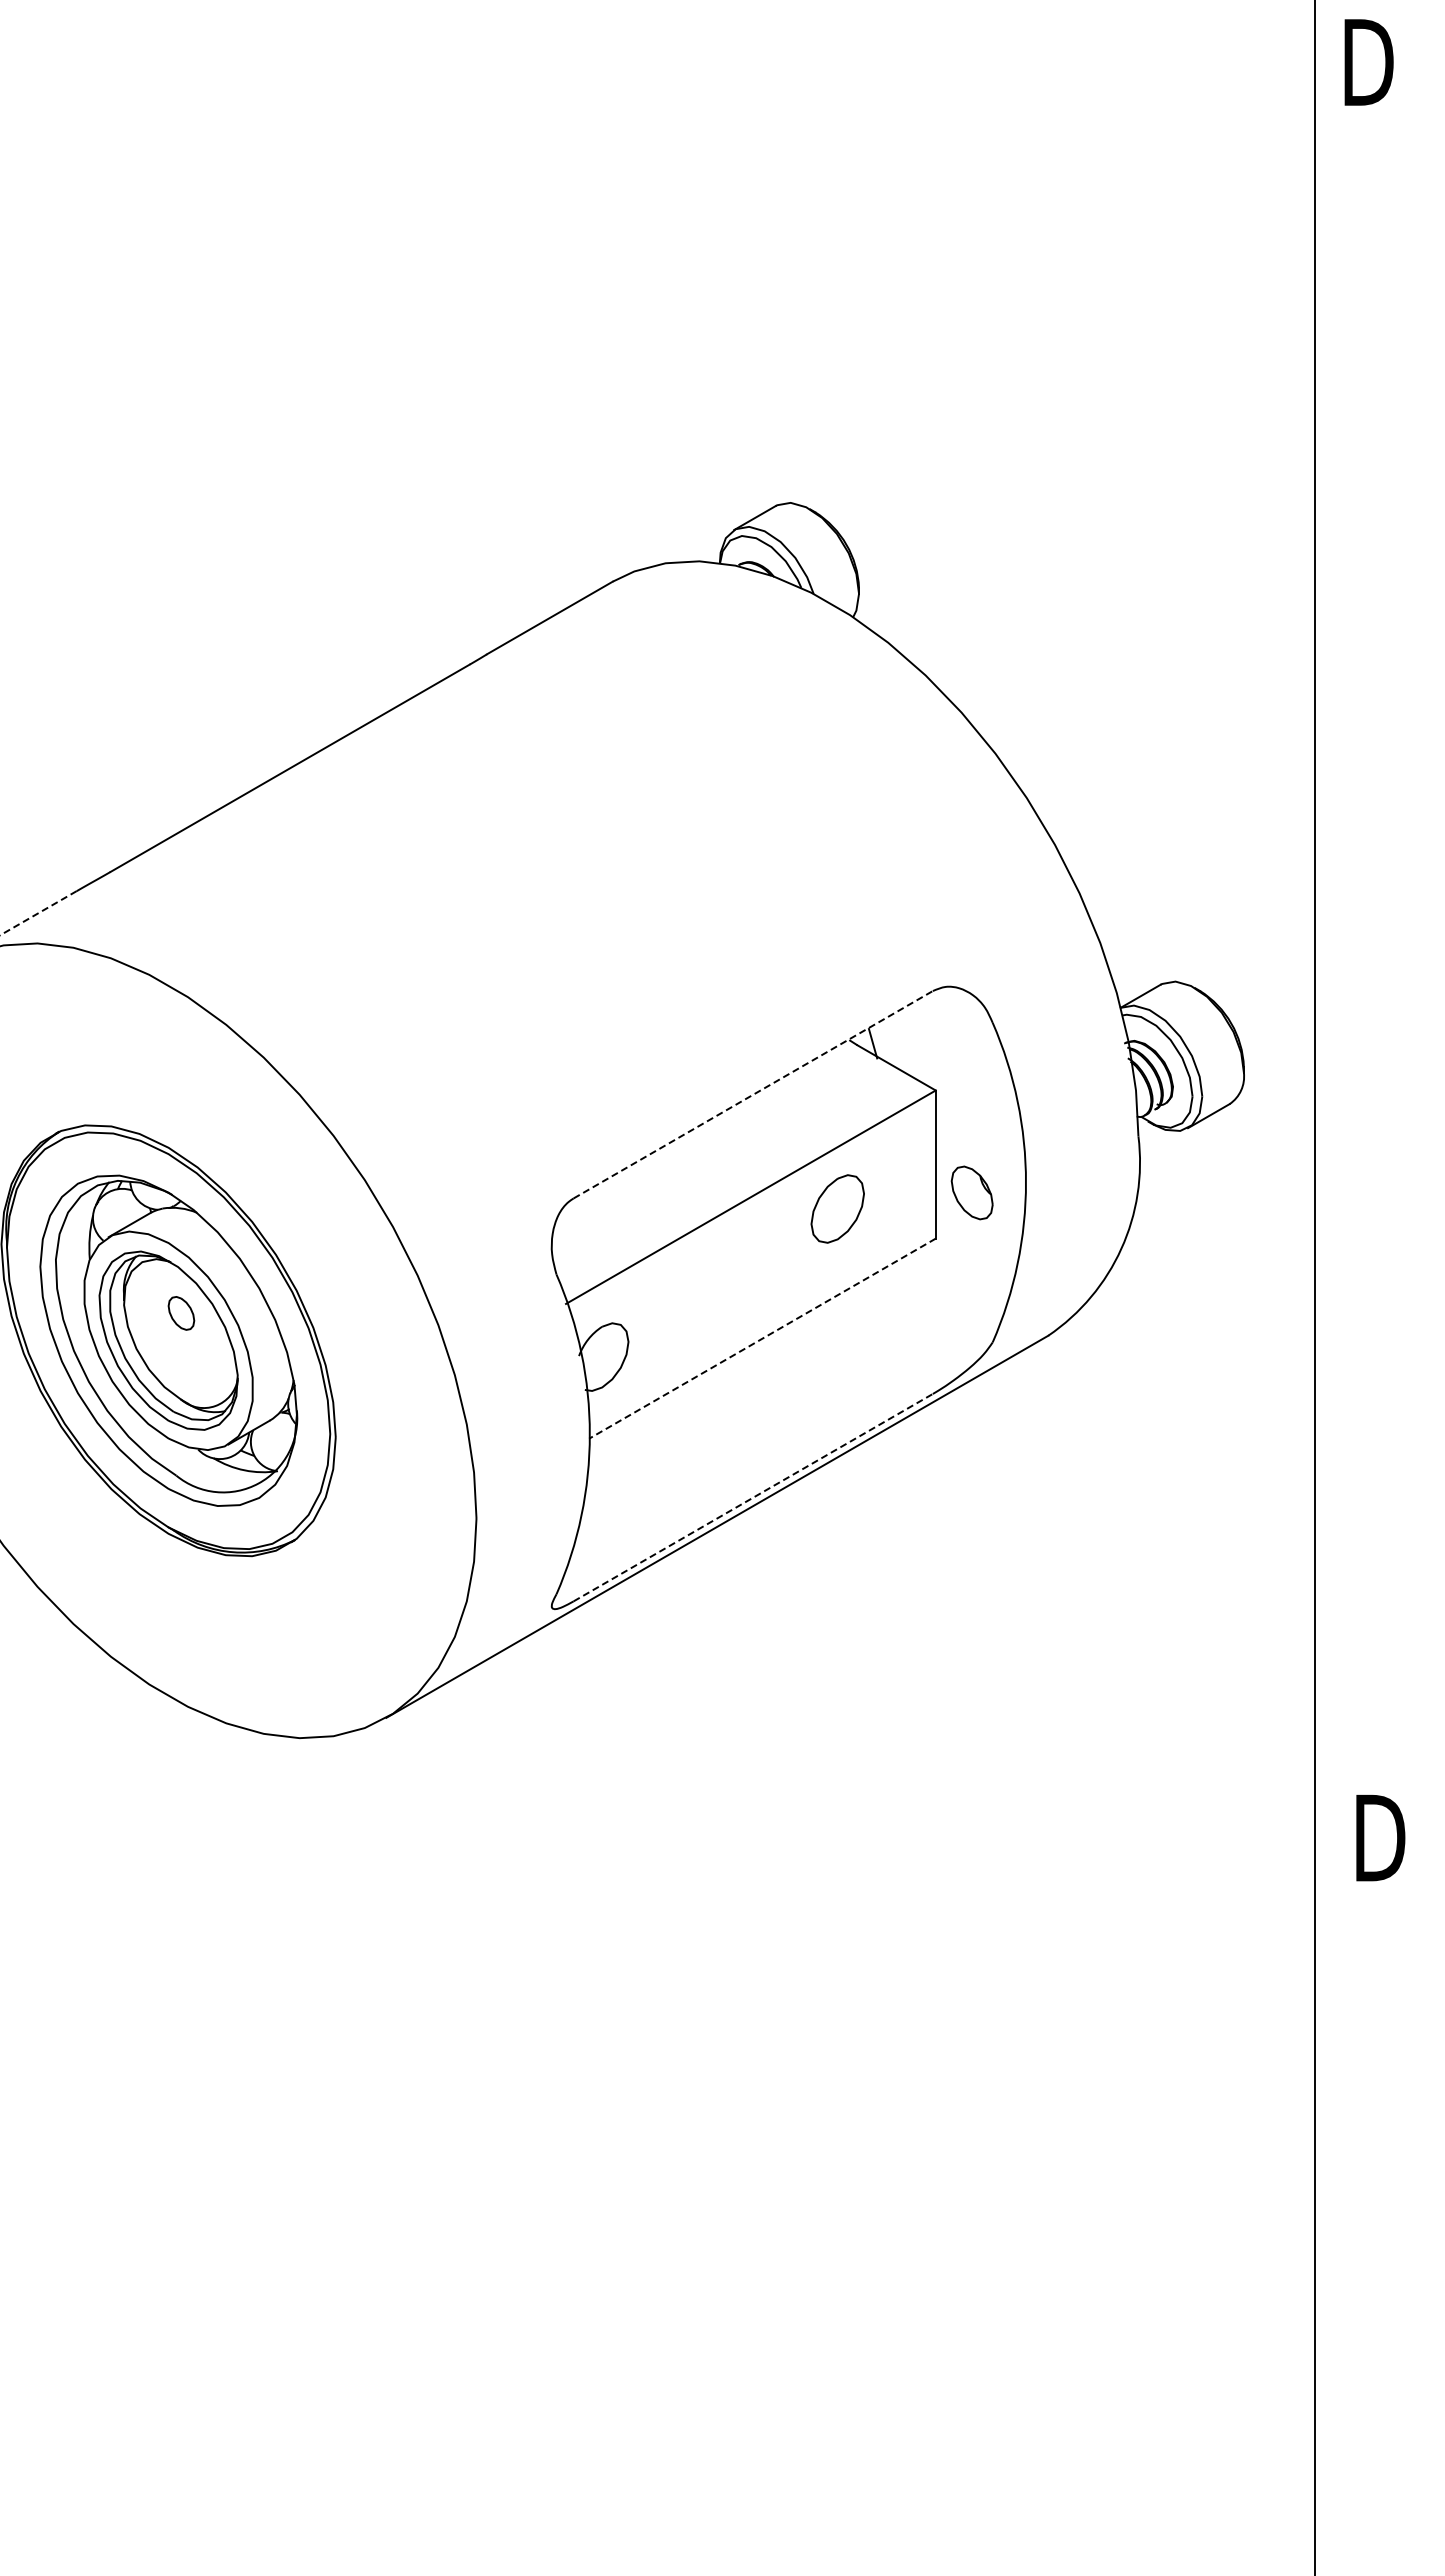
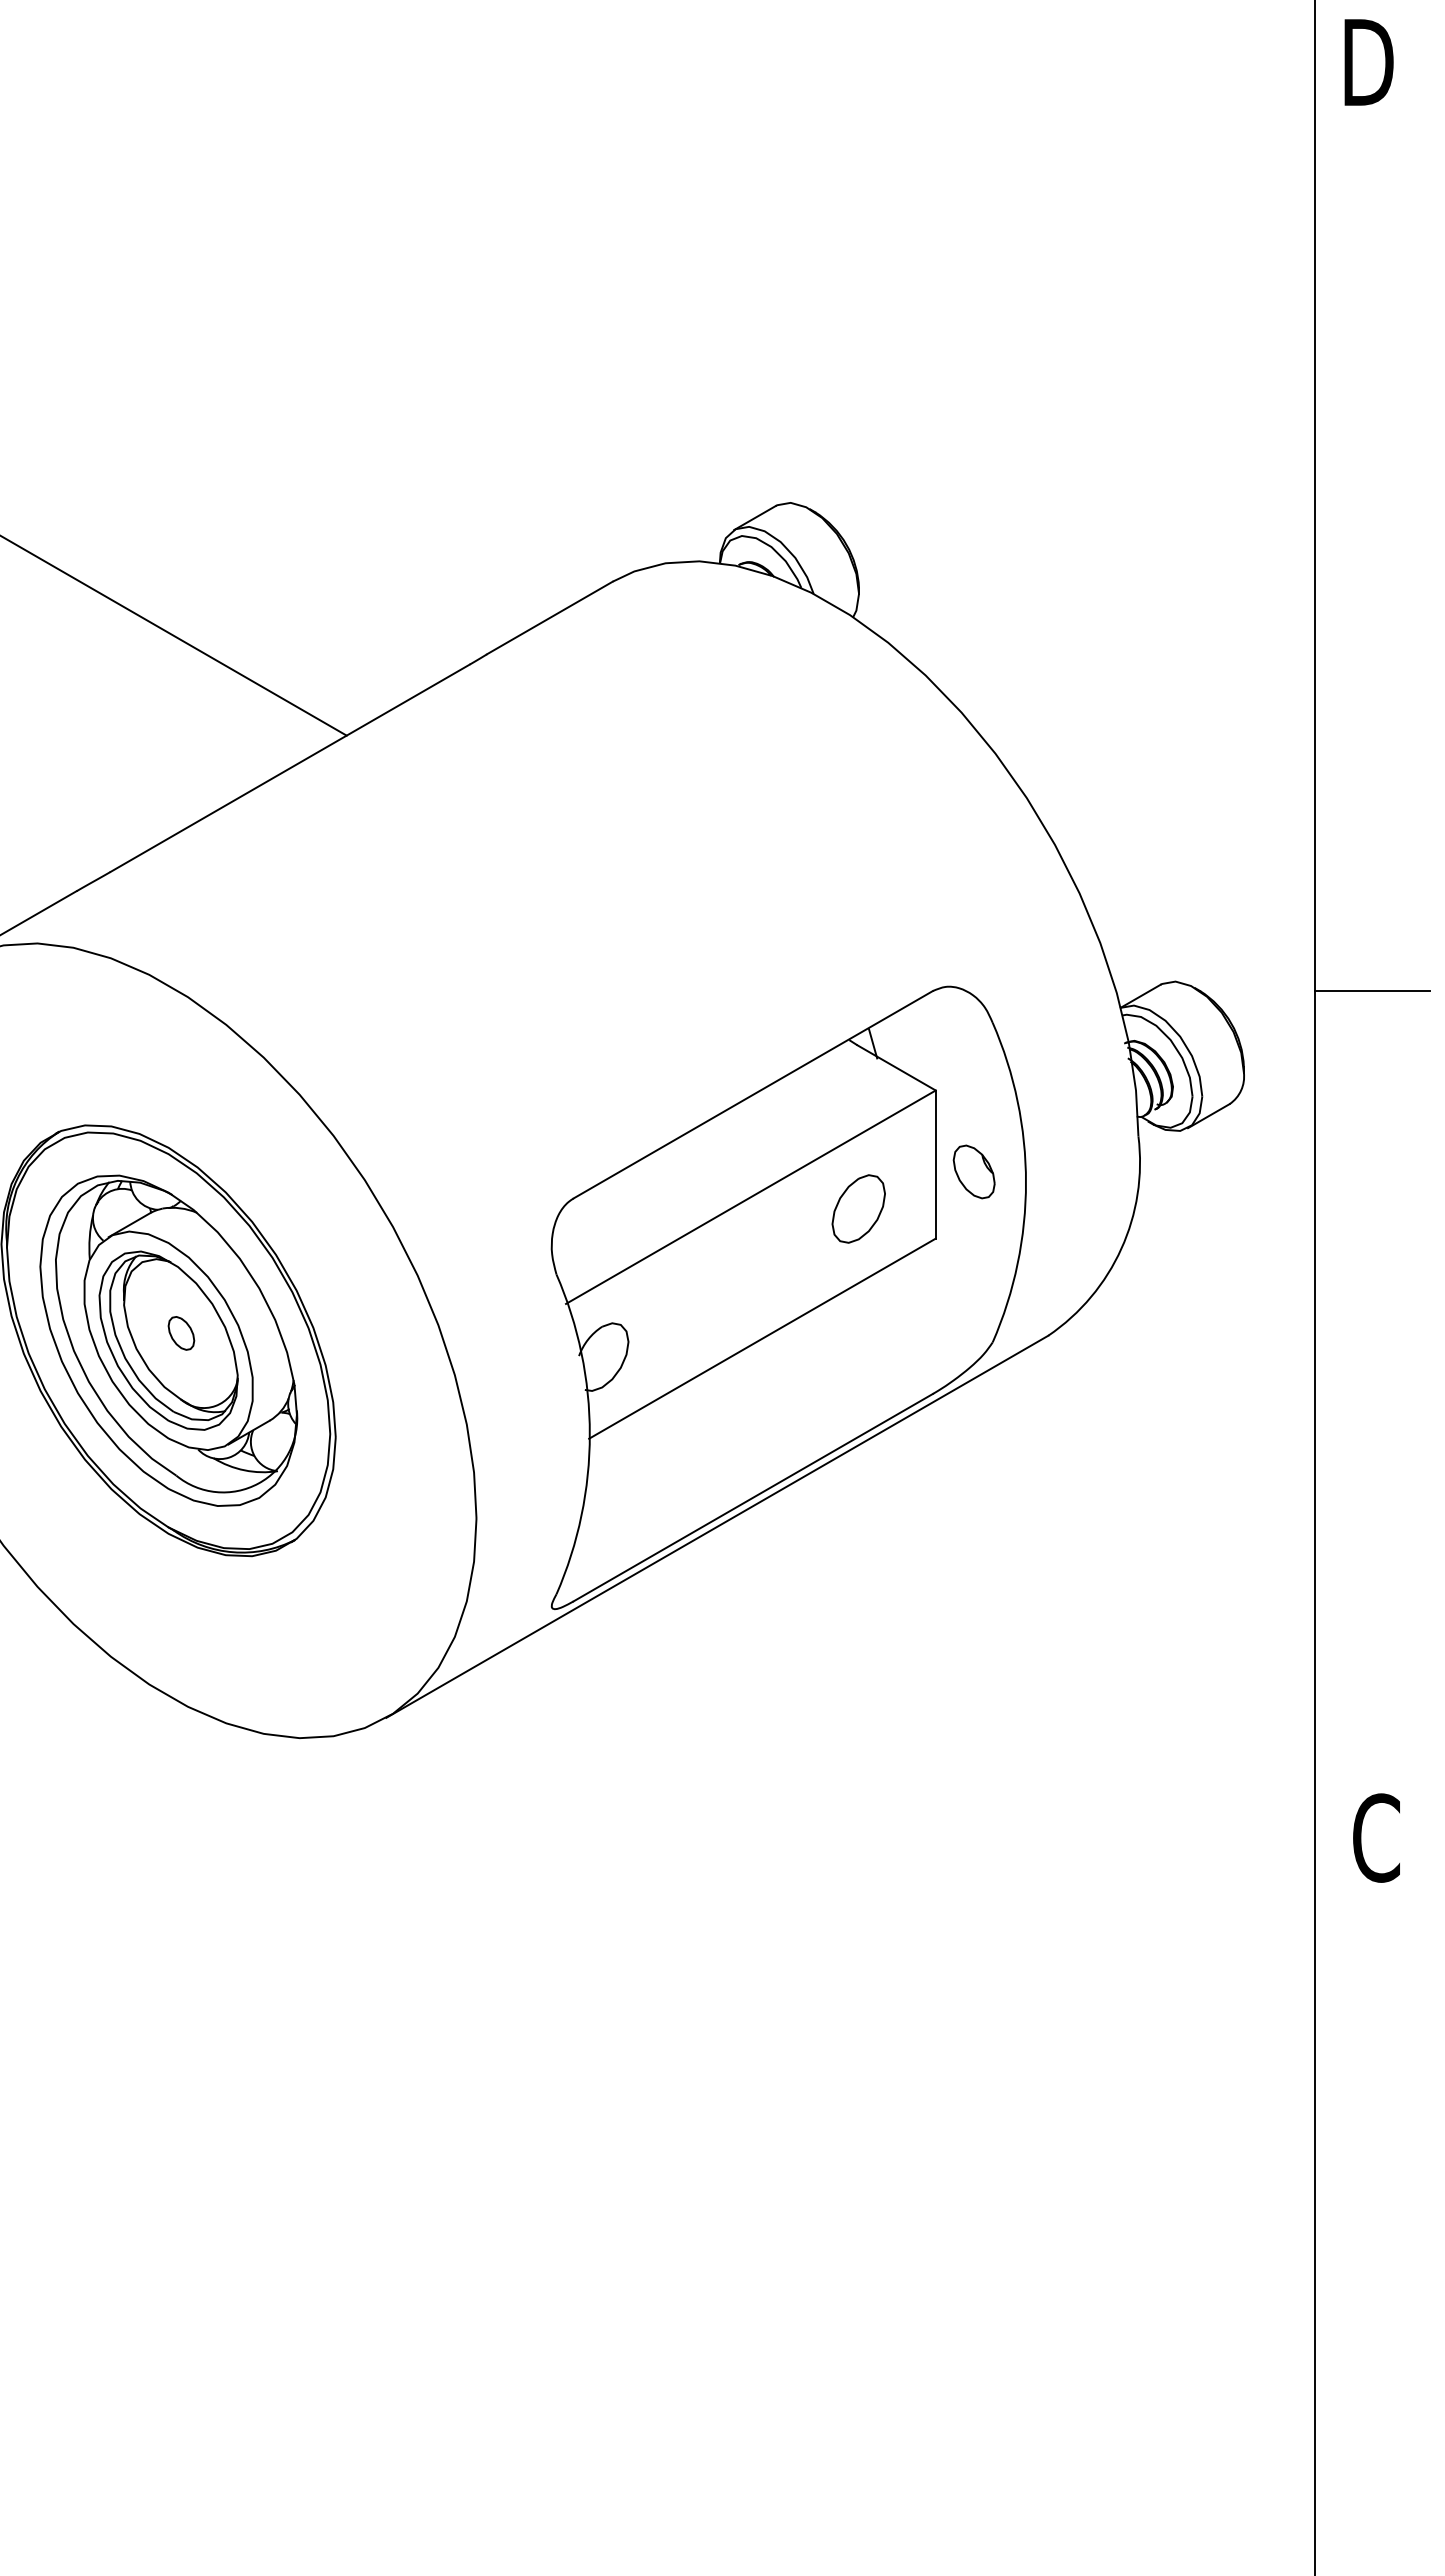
line at (174, 636): none -> present
line at (37, 913): dashed -> solid
line at (1372, 991): none -> present
line at (753, 1094): dashed -> solid
part at (971, 1192) position: (971, 1192) -> (973, 1171)
part at (837, 1208) position: (837, 1208) -> (858, 1208)
part at (181, 1313) position: (181, 1313) -> (181, 1333)
line at (762, 1338): dashed -> solid
line at (753, 1497): dashed -> solid
text at (1379, 1837): D -> C
